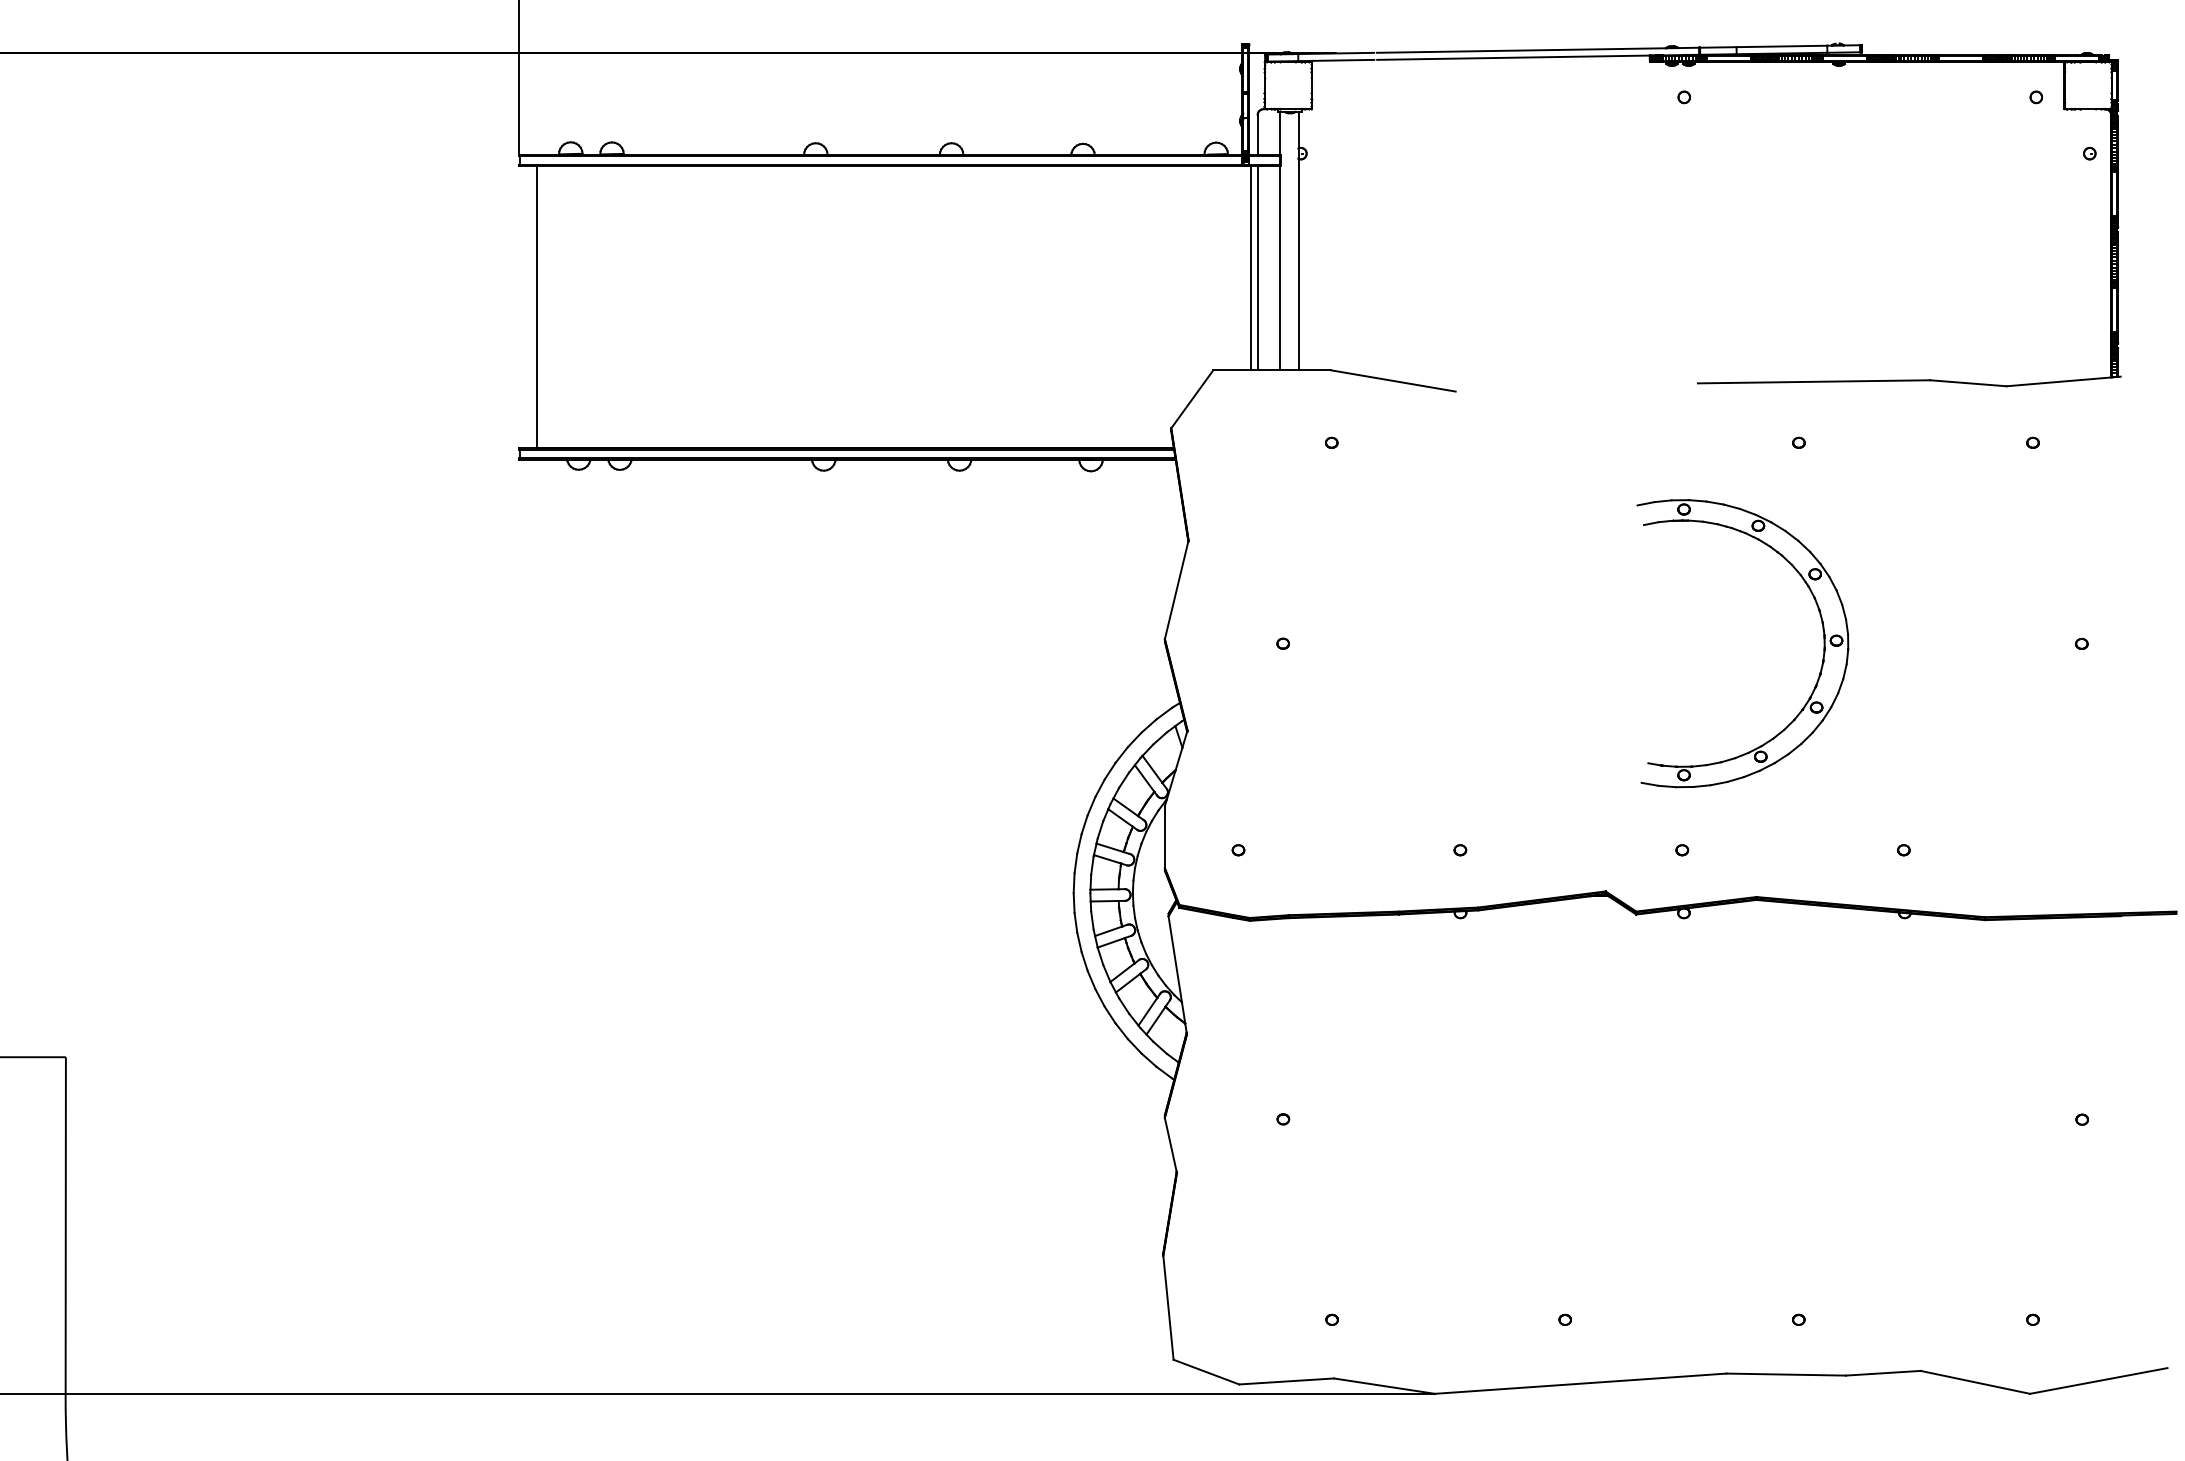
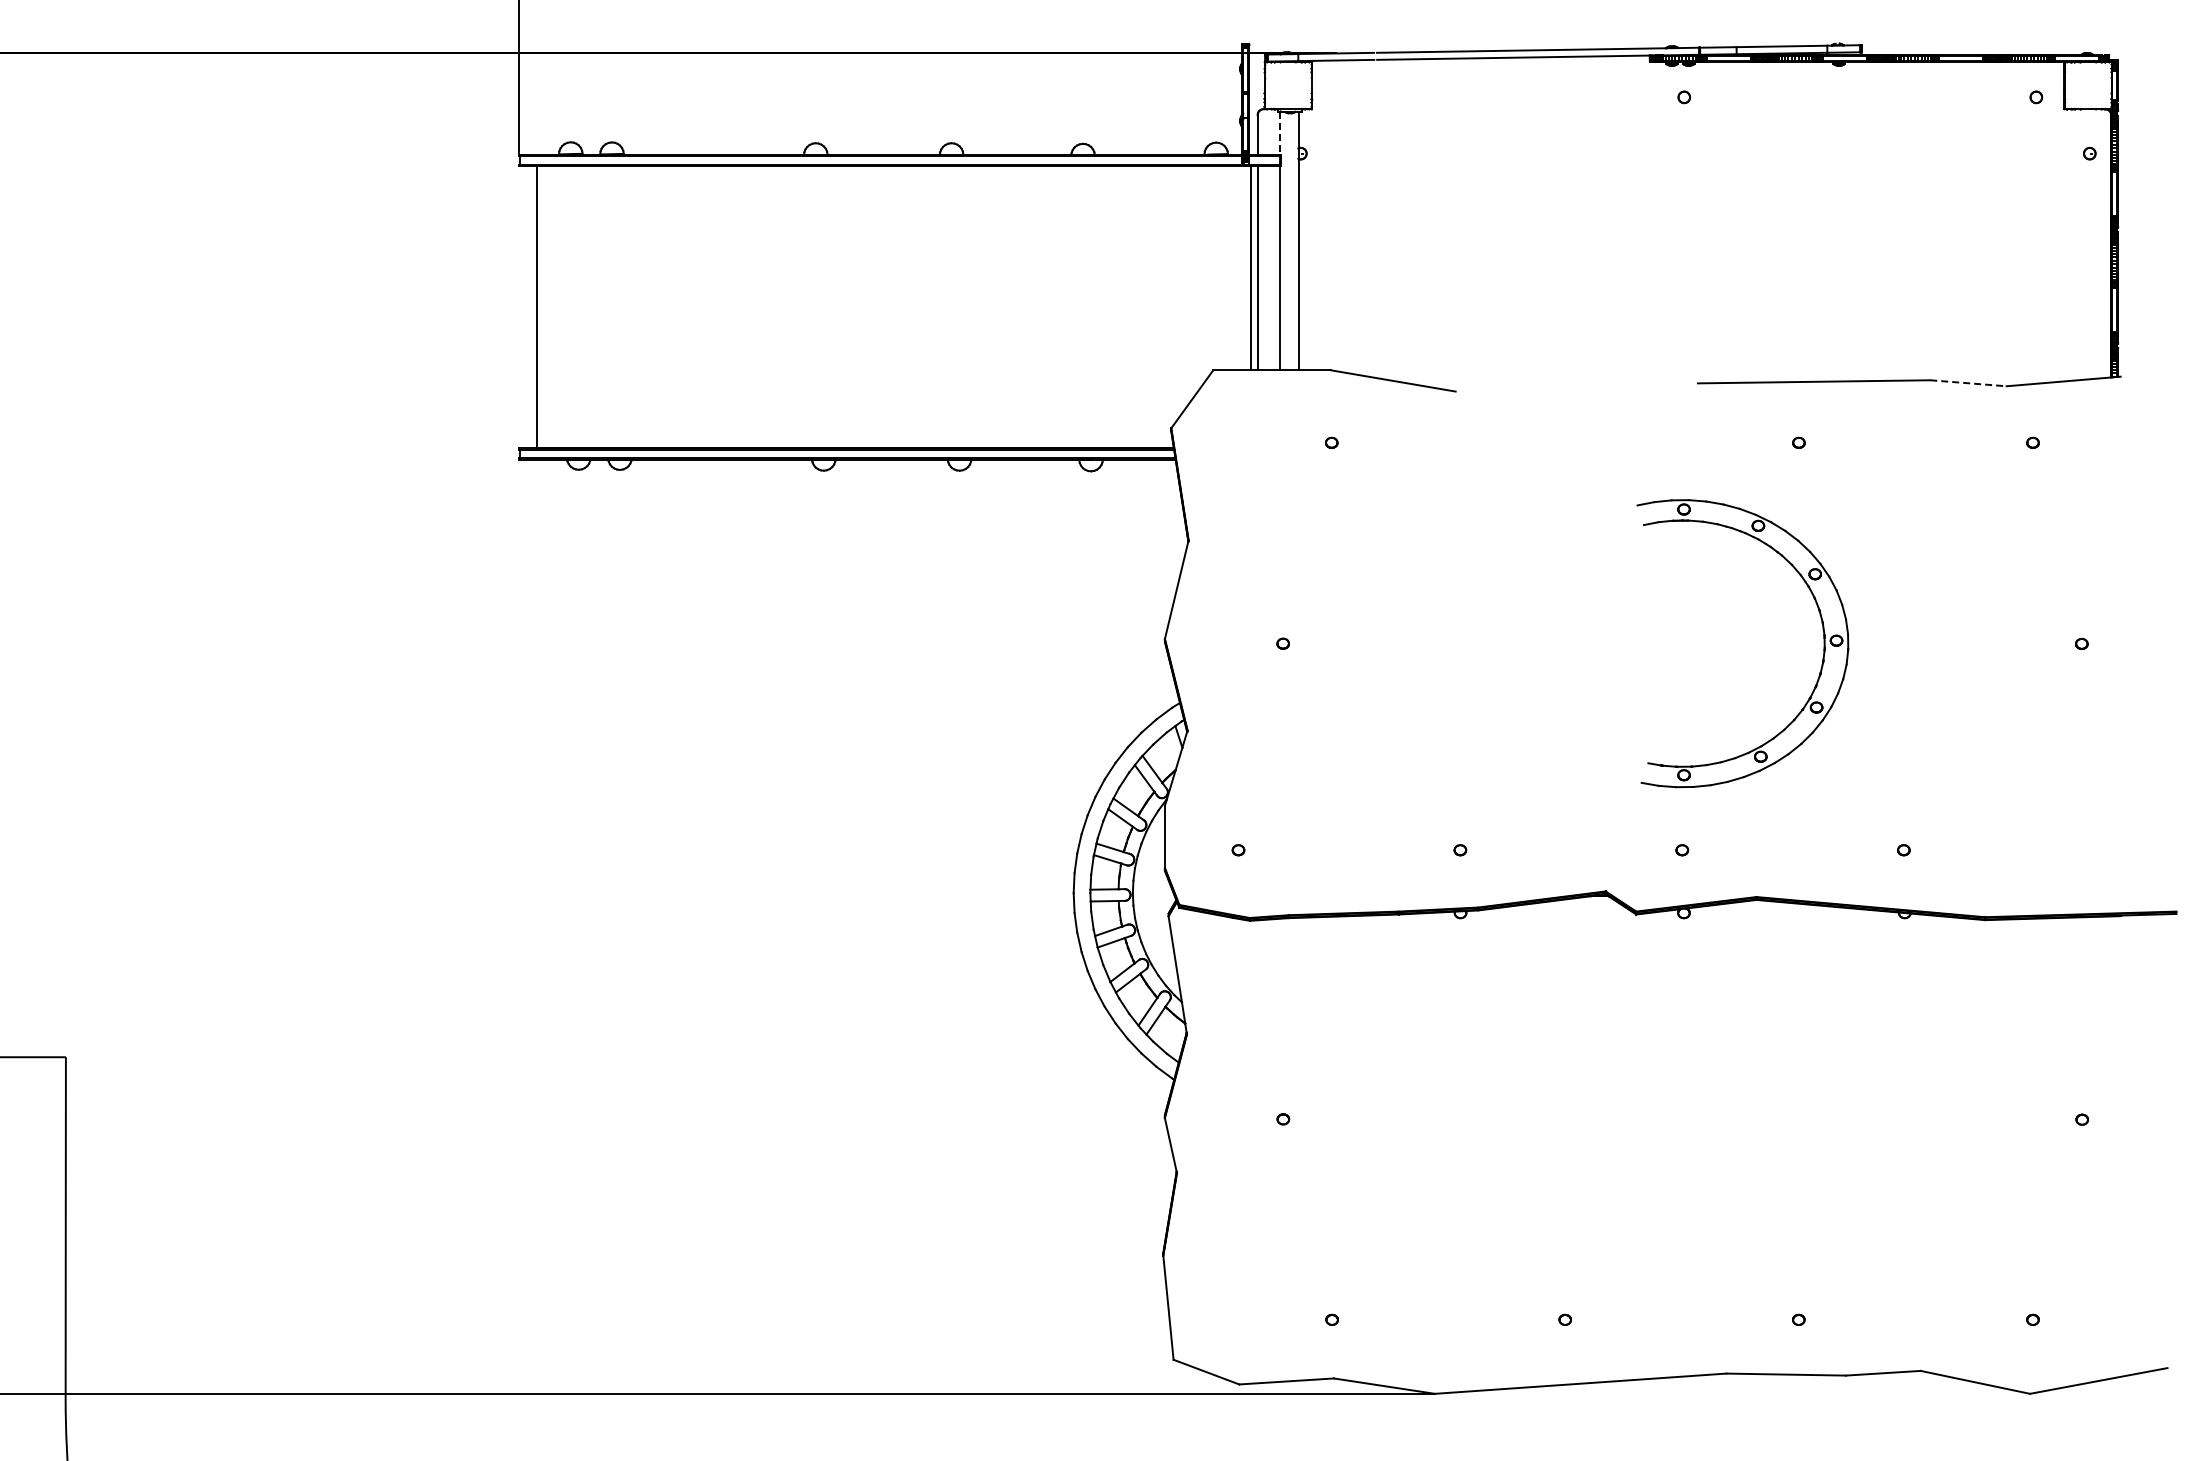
line at (1280, 133): solid -> dashed
line at (1968, 383): solid -> dashed
